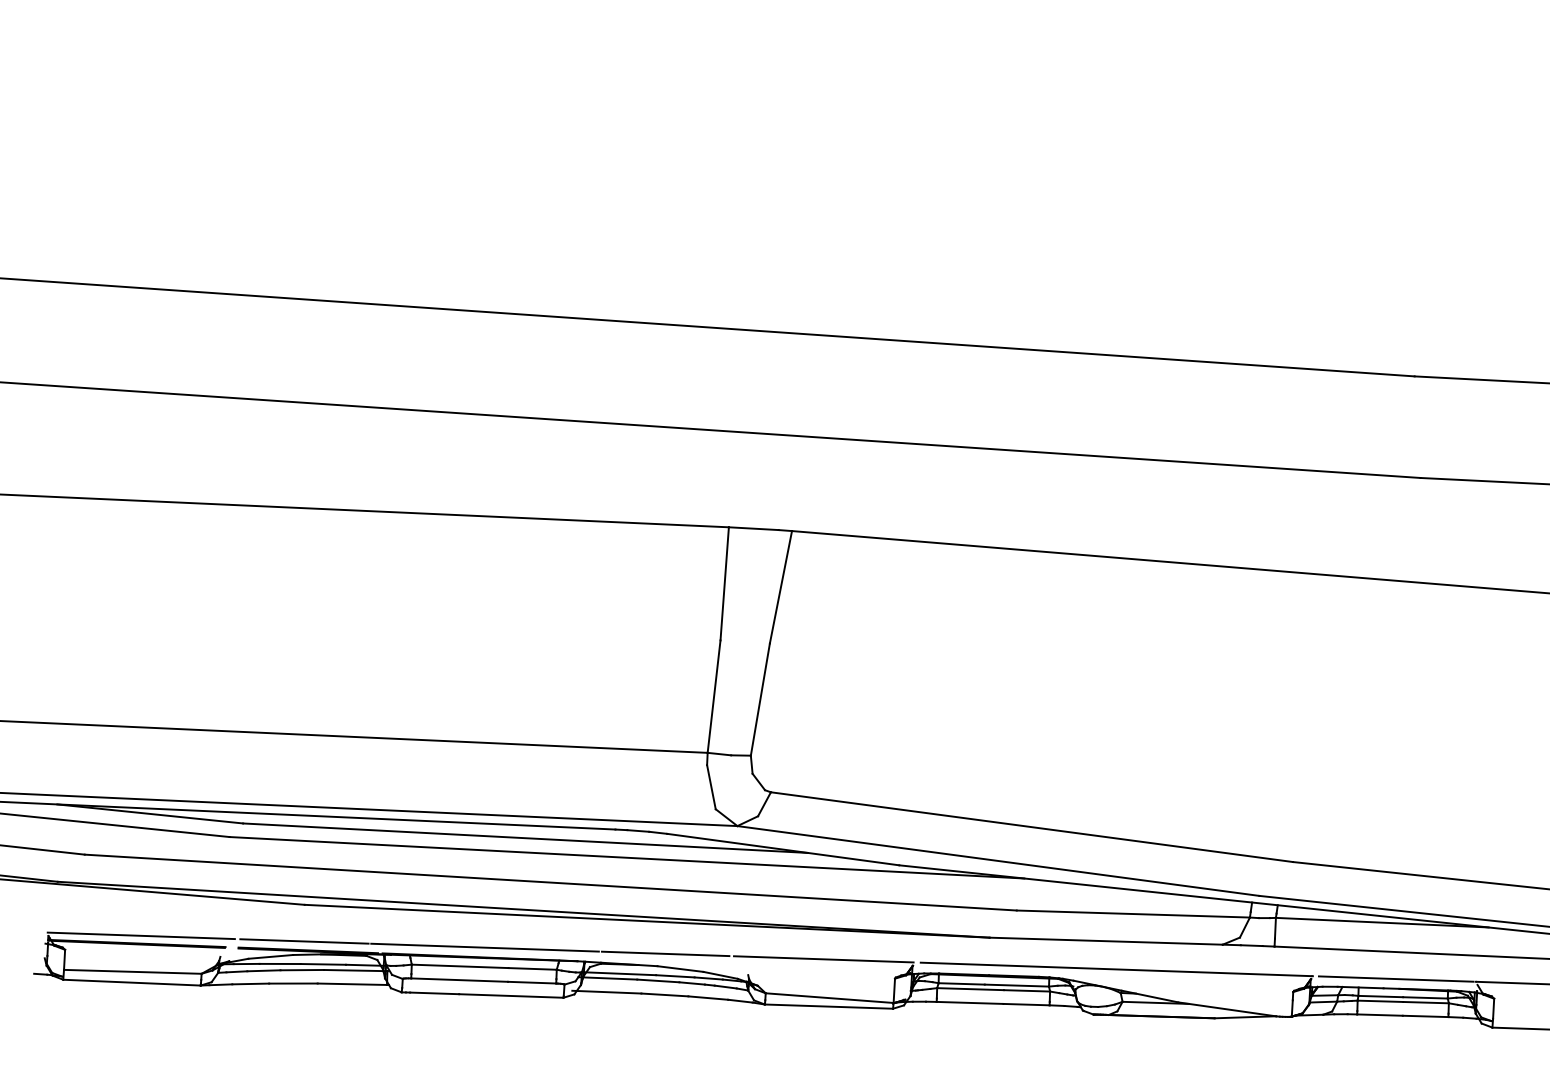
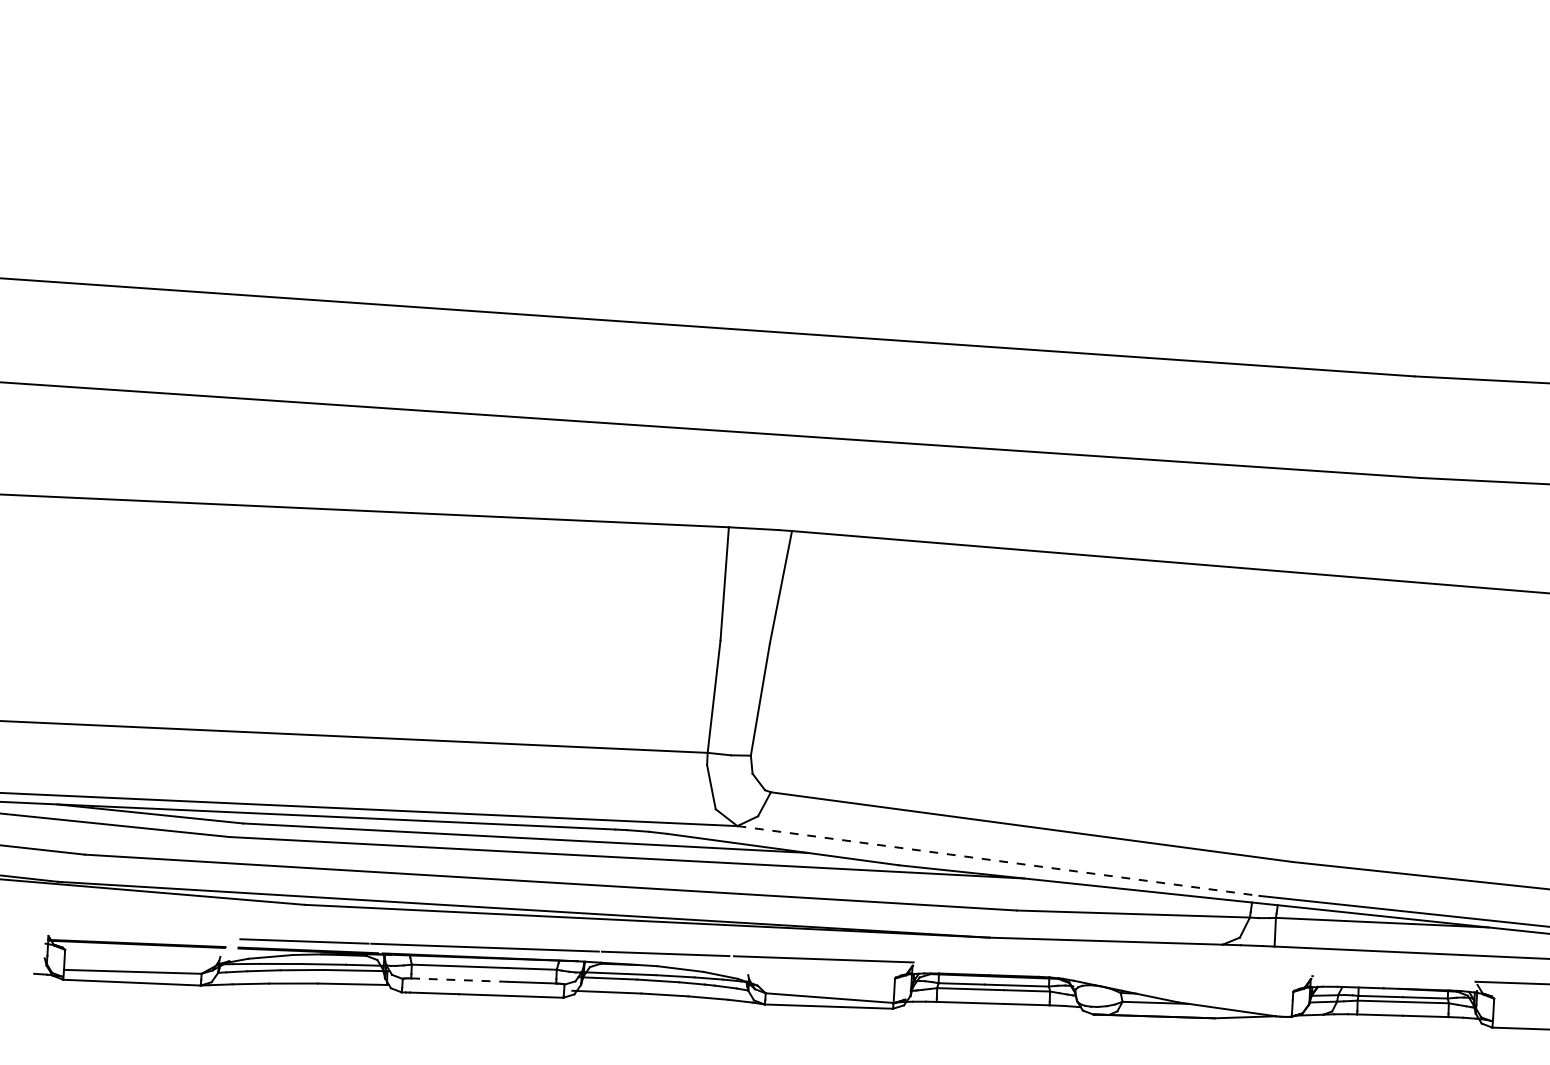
line at (998, 861): solid -> dashed
line at (140, 935): present -> none
line at (1115, 969): present -> none
line at (1395, 978): present -> none
line at (459, 980): solid -> dashed
